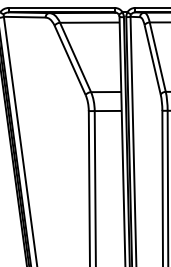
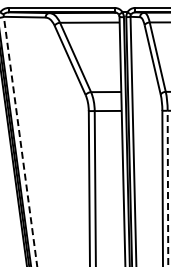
line at (20, 141): solid -> dashed
line at (167, 188): solid -> dashed
